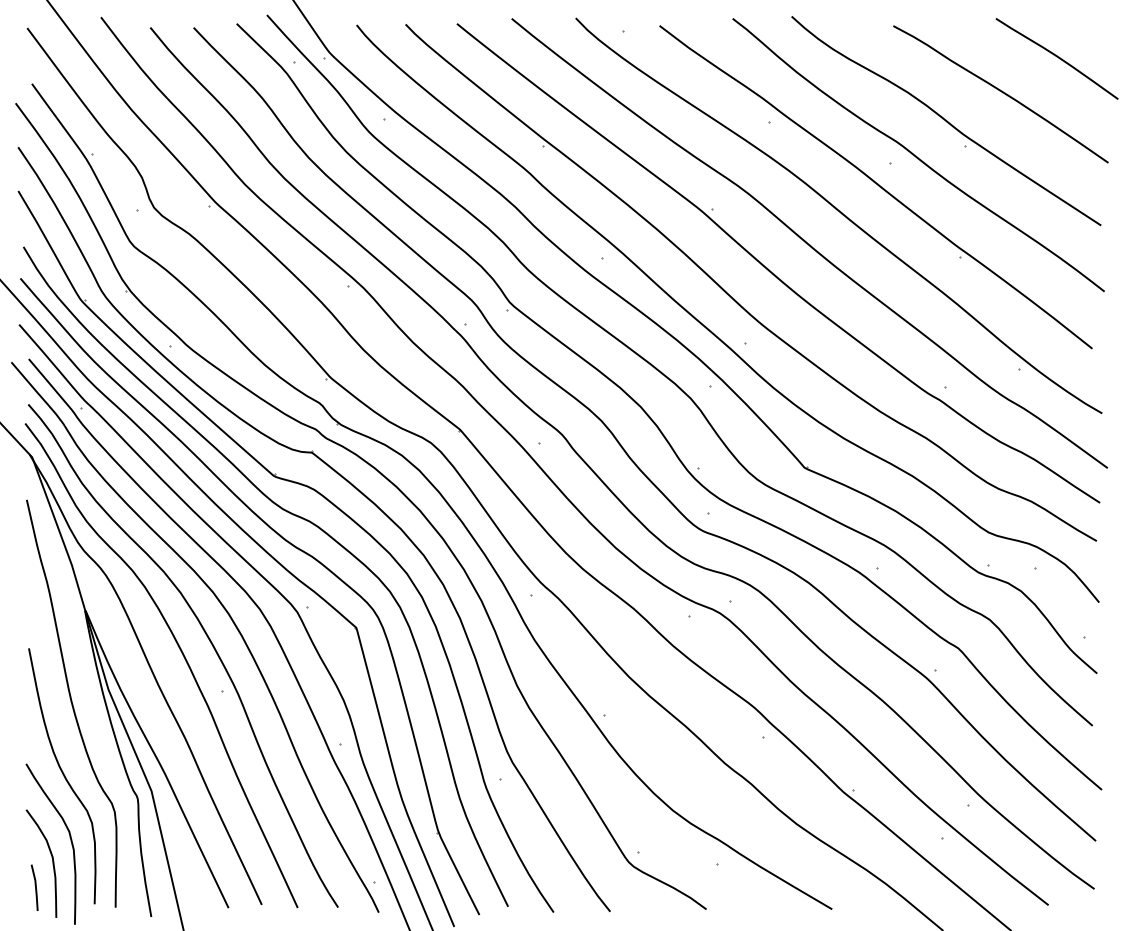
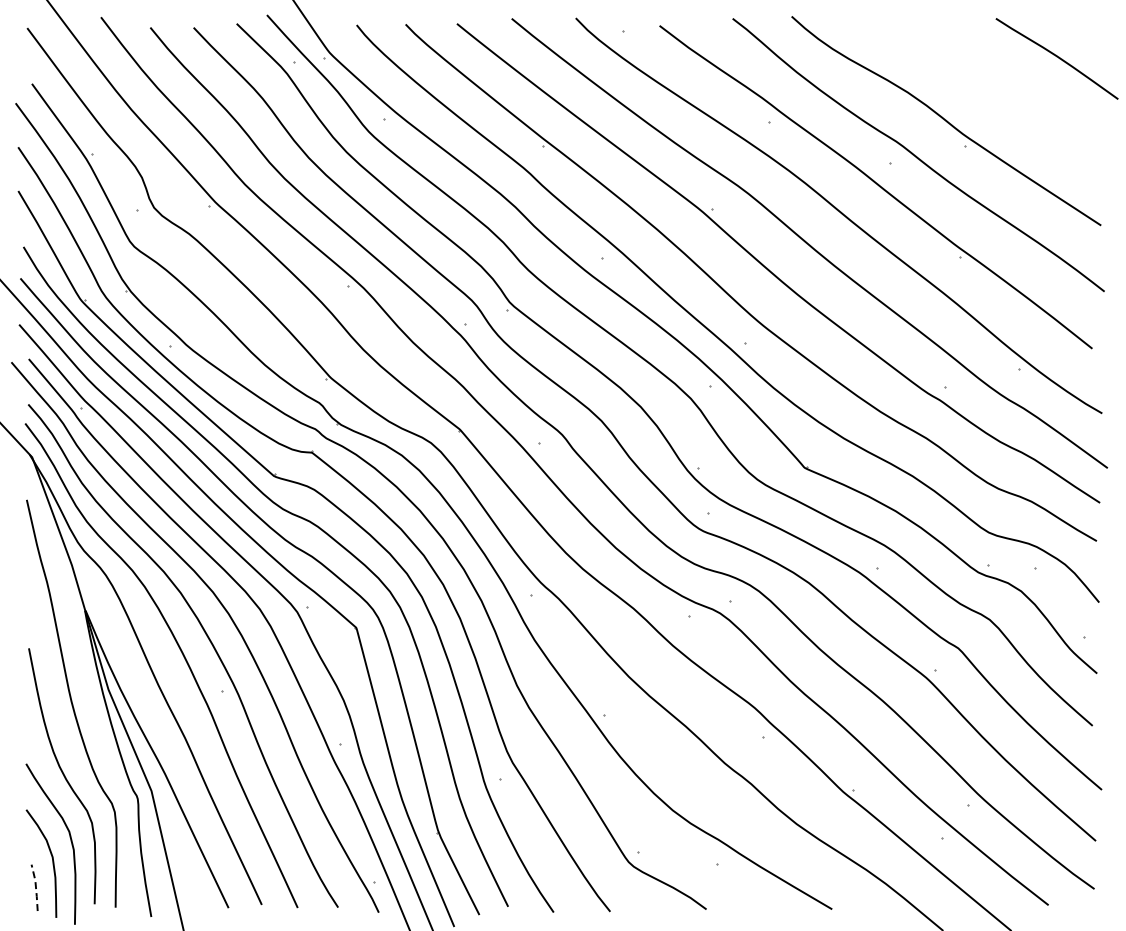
curve at (1001, 92): present -> none
line at (35, 887): solid -> dashed
